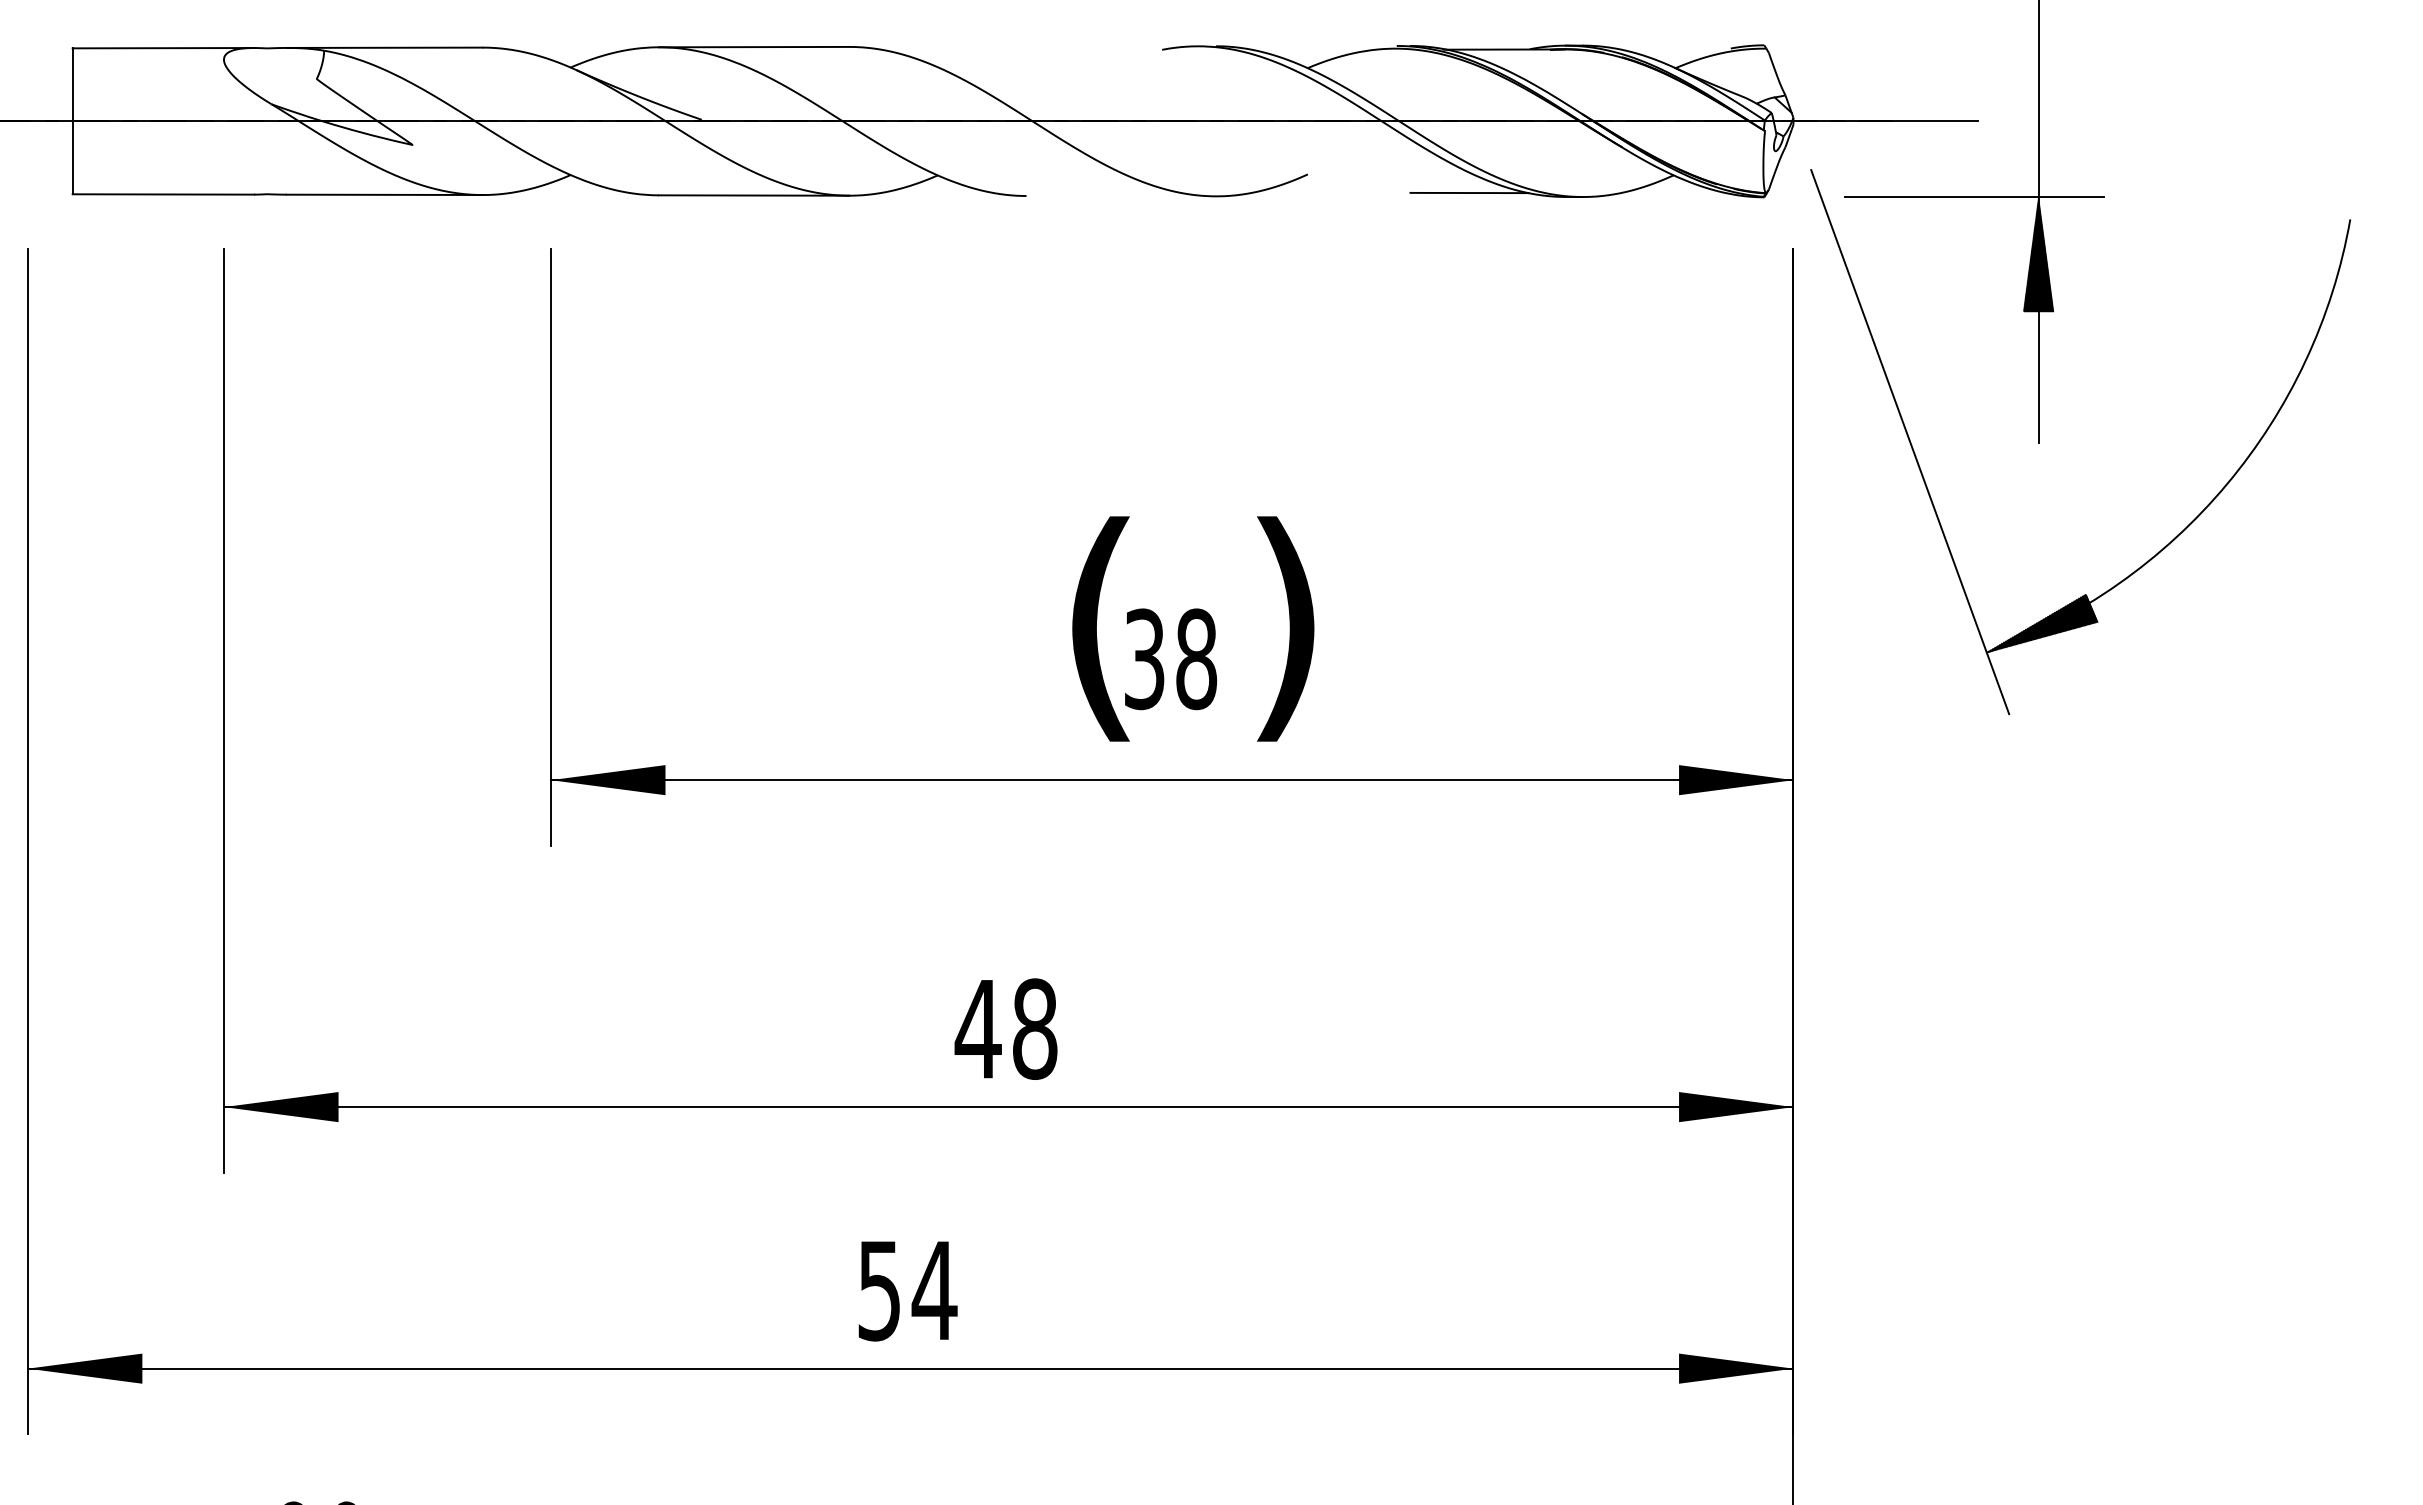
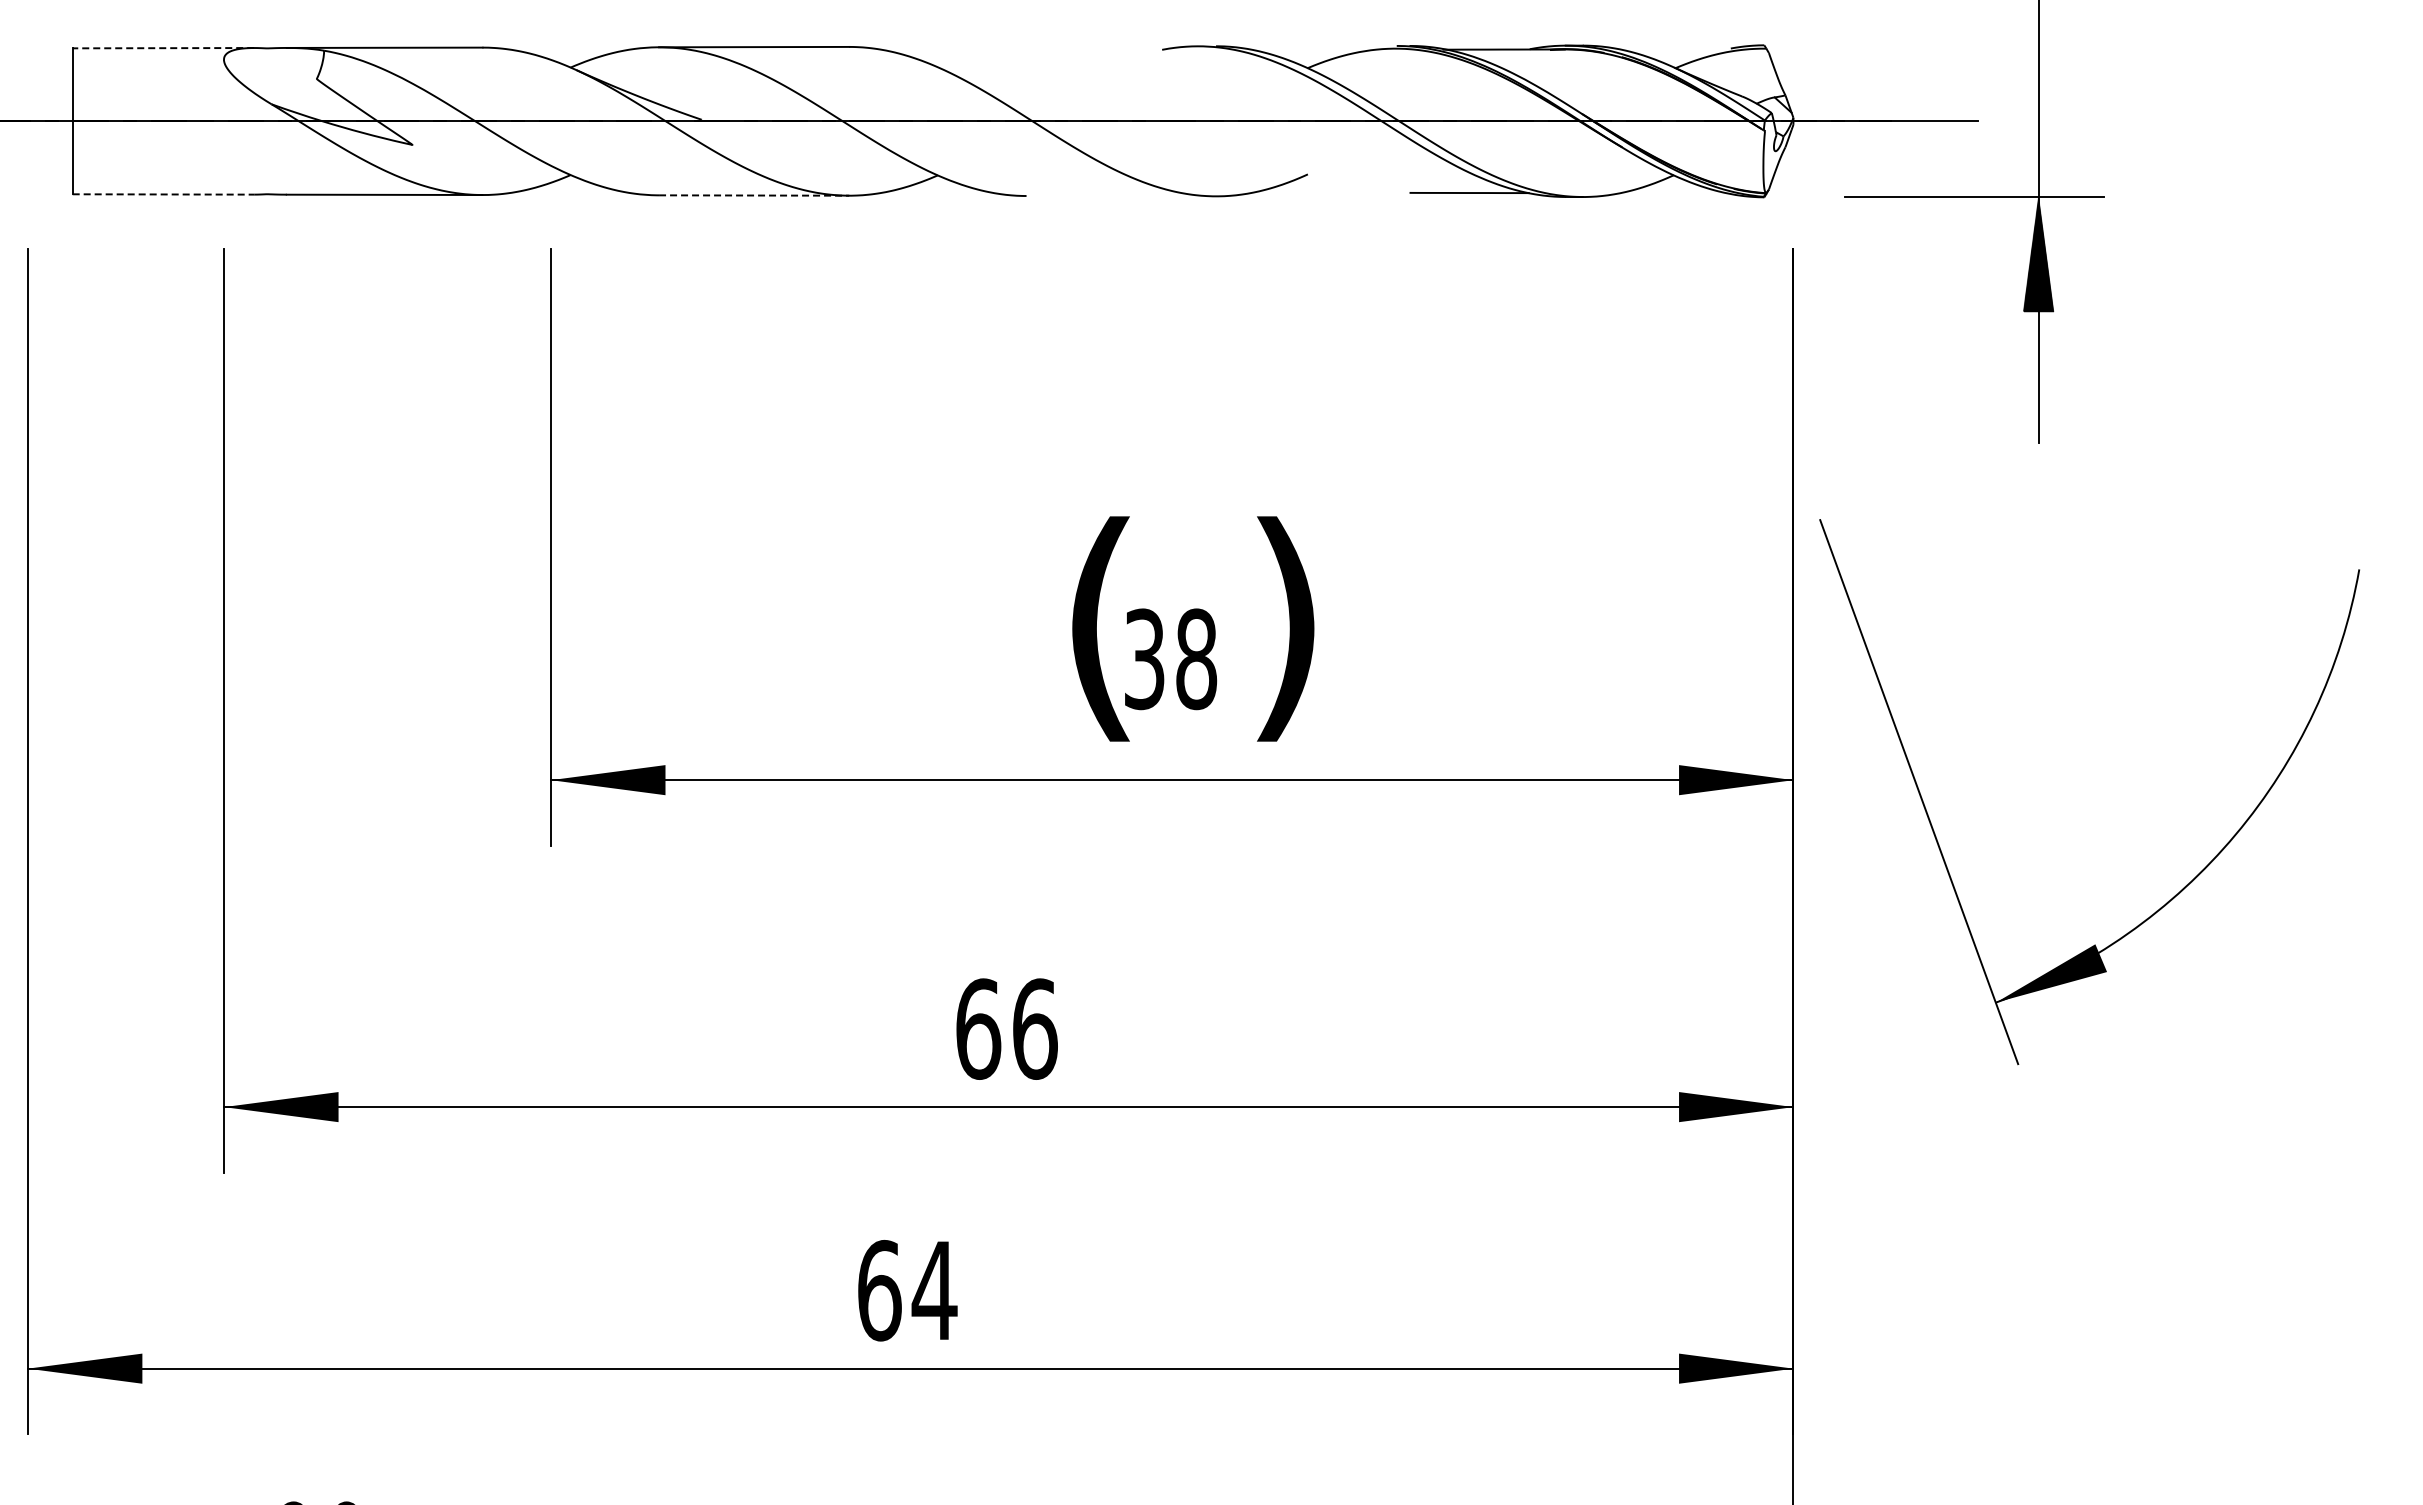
line at (163, 48): solid -> dashed
line at (163, 194): solid -> dashed
line at (754, 195): solid -> dashed
part at (2166, 544) position: (2166, 544) -> (2175, 894)
text at (1005, 1028): 48 -> 66
text at (879, 1290): 54 -> 64
